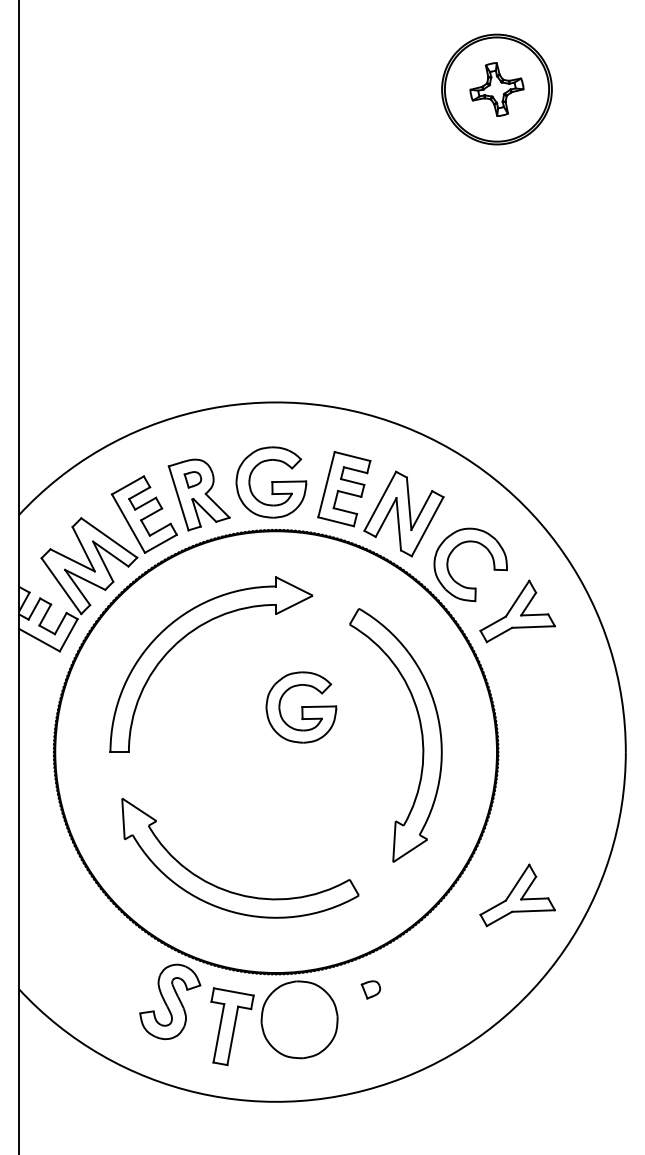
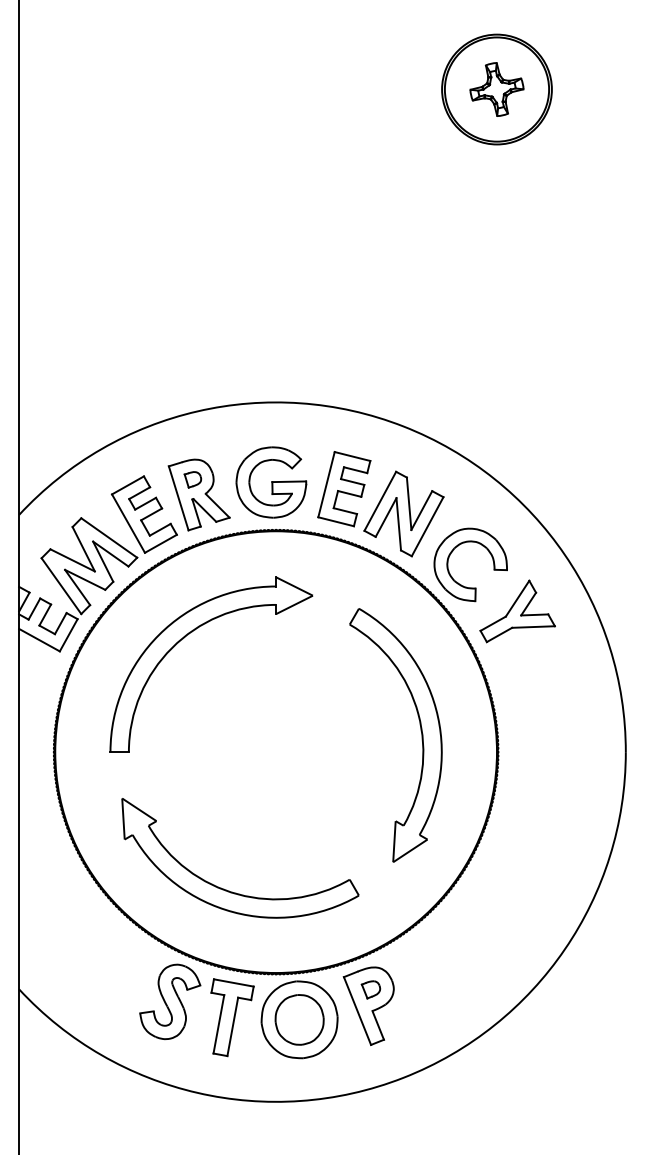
part at (301, 707): present -> none
part at (517, 895): present -> none
part at (368, 1005): none -> present
part at (299, 1019): none -> present
part at (232, 1026) position: (232, 1026) -> (232, 1017)
